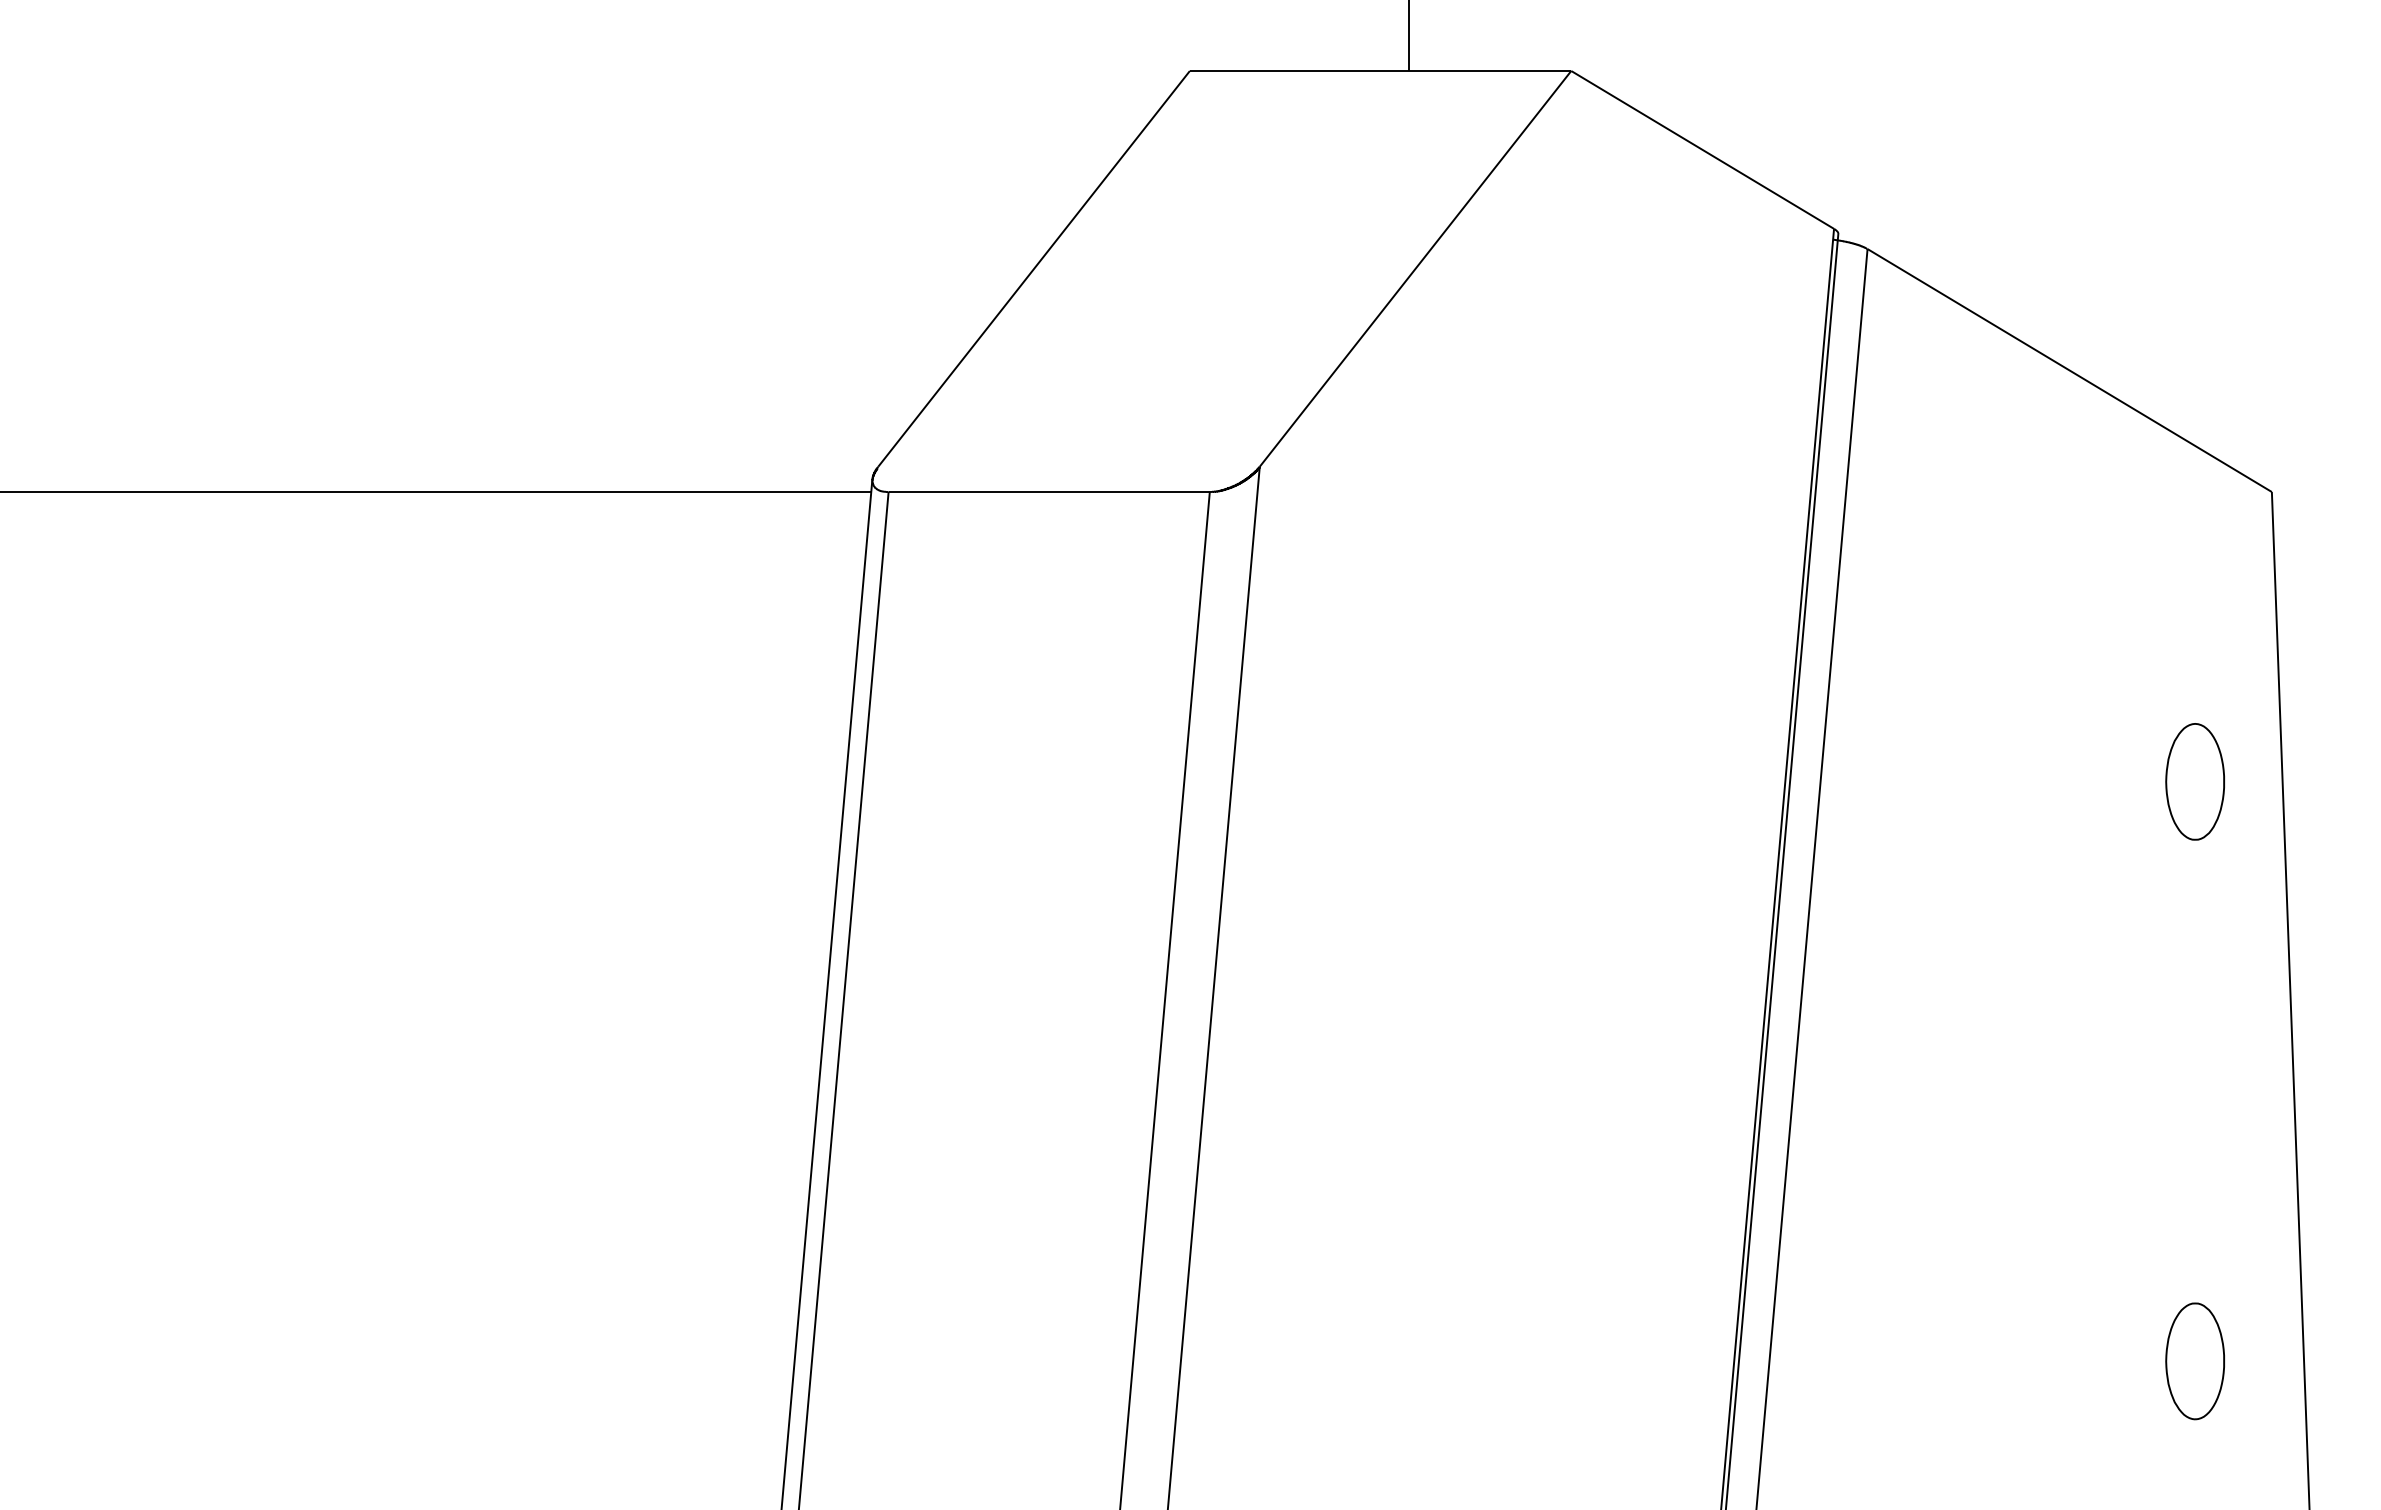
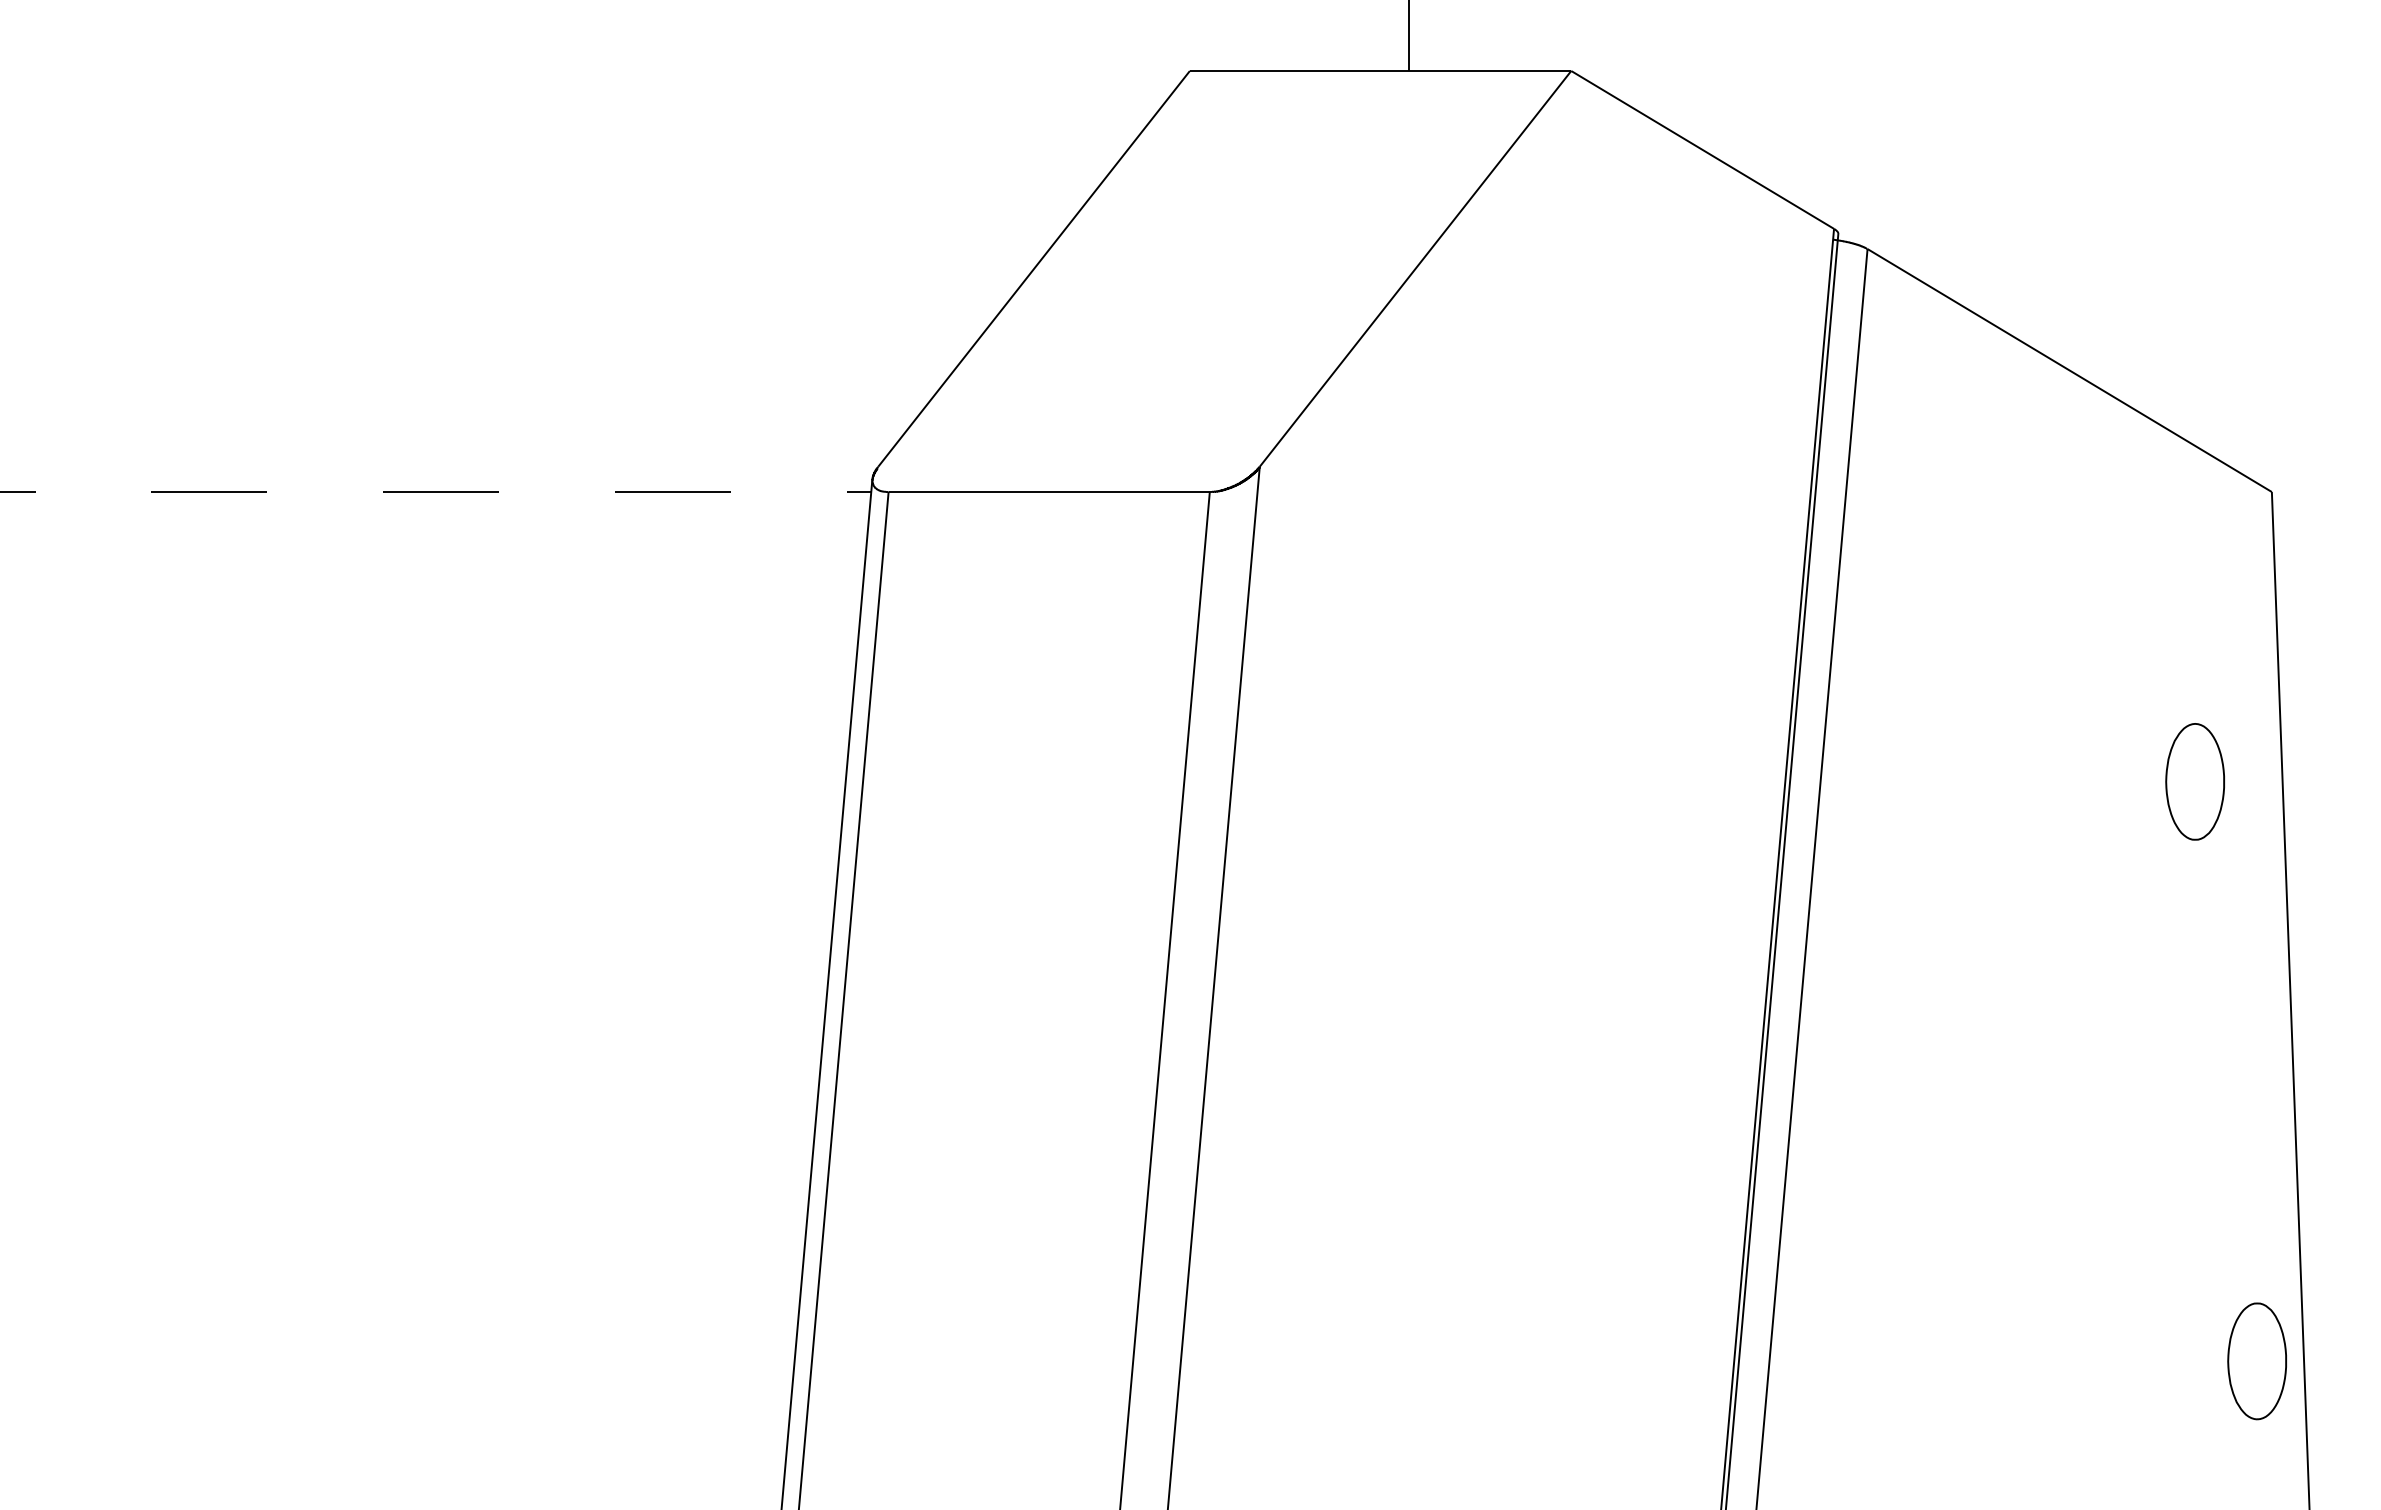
line at (436, 492): solid -> dashed
part at (2194, 1361) position: (2194, 1361) -> (2256, 1361)
